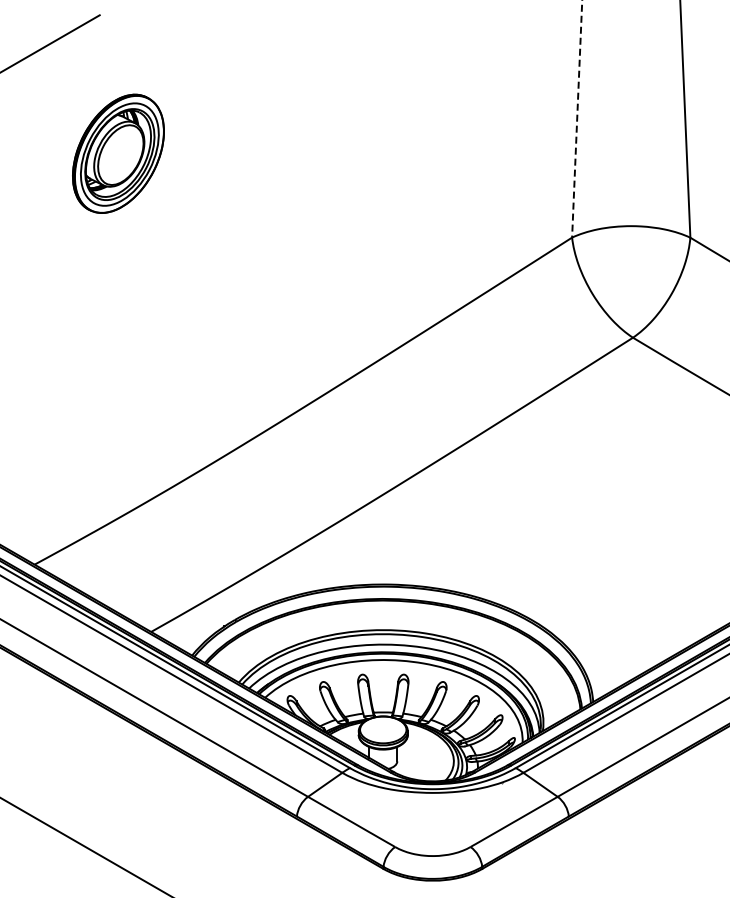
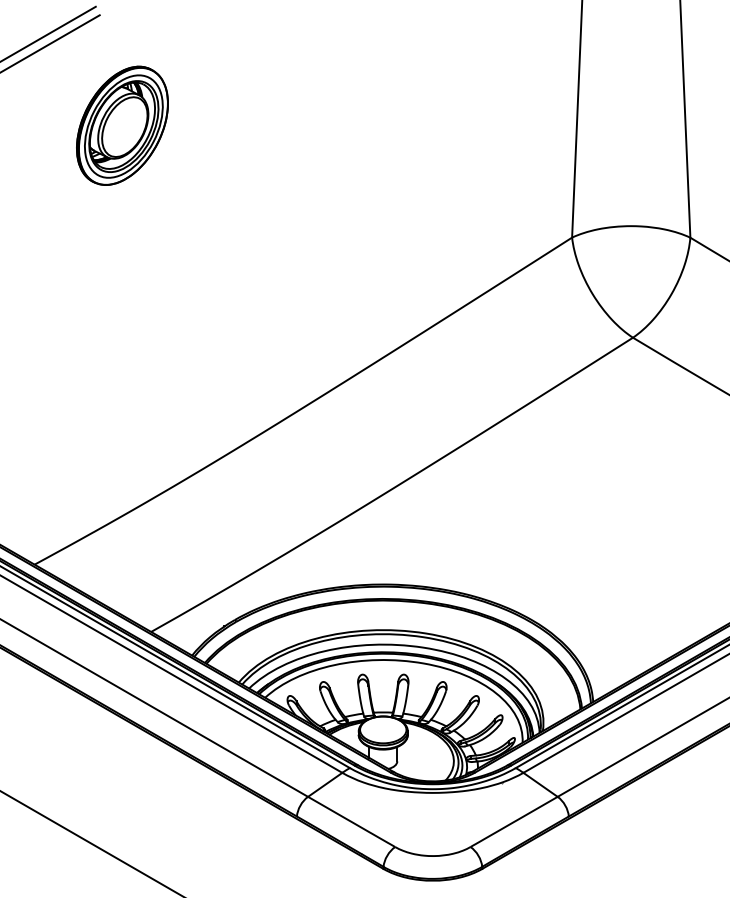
line at (48, 33): none -> present
line at (577, 118): dashed -> solid
part at (118, 153) position: (118, 153) -> (122, 125)
line at (84, 846) position: (84, 846) -> (90, 843)
